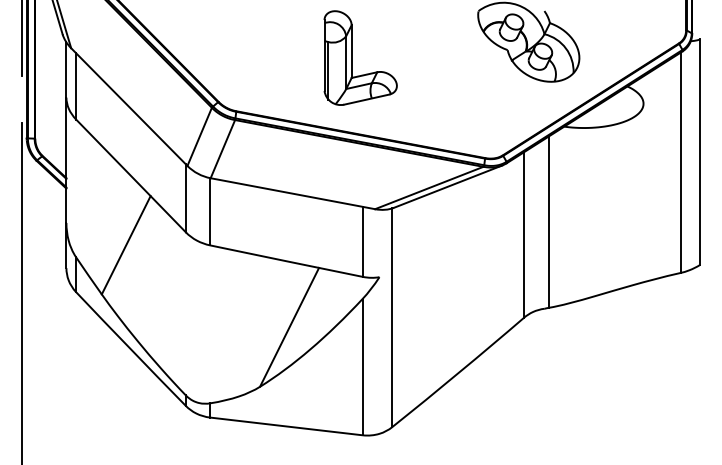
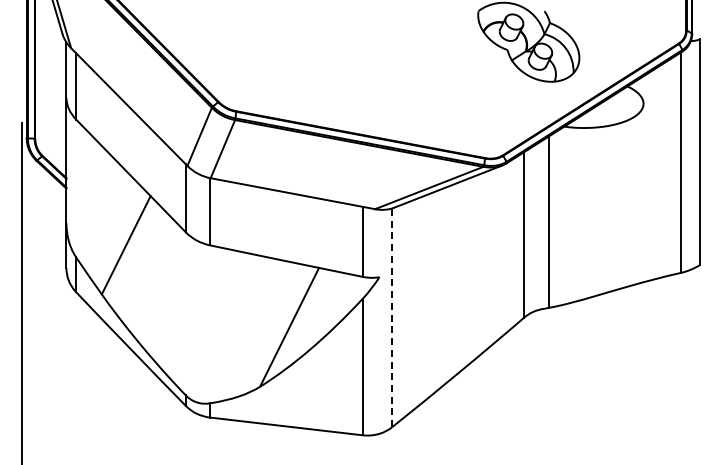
line at (21, 39): present -> none
part at (352, 57): present -> none
line at (392, 317): solid -> dashed
